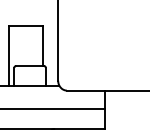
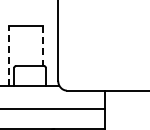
line at (43, 46): solid -> dashed
line at (9, 56): solid -> dashed
